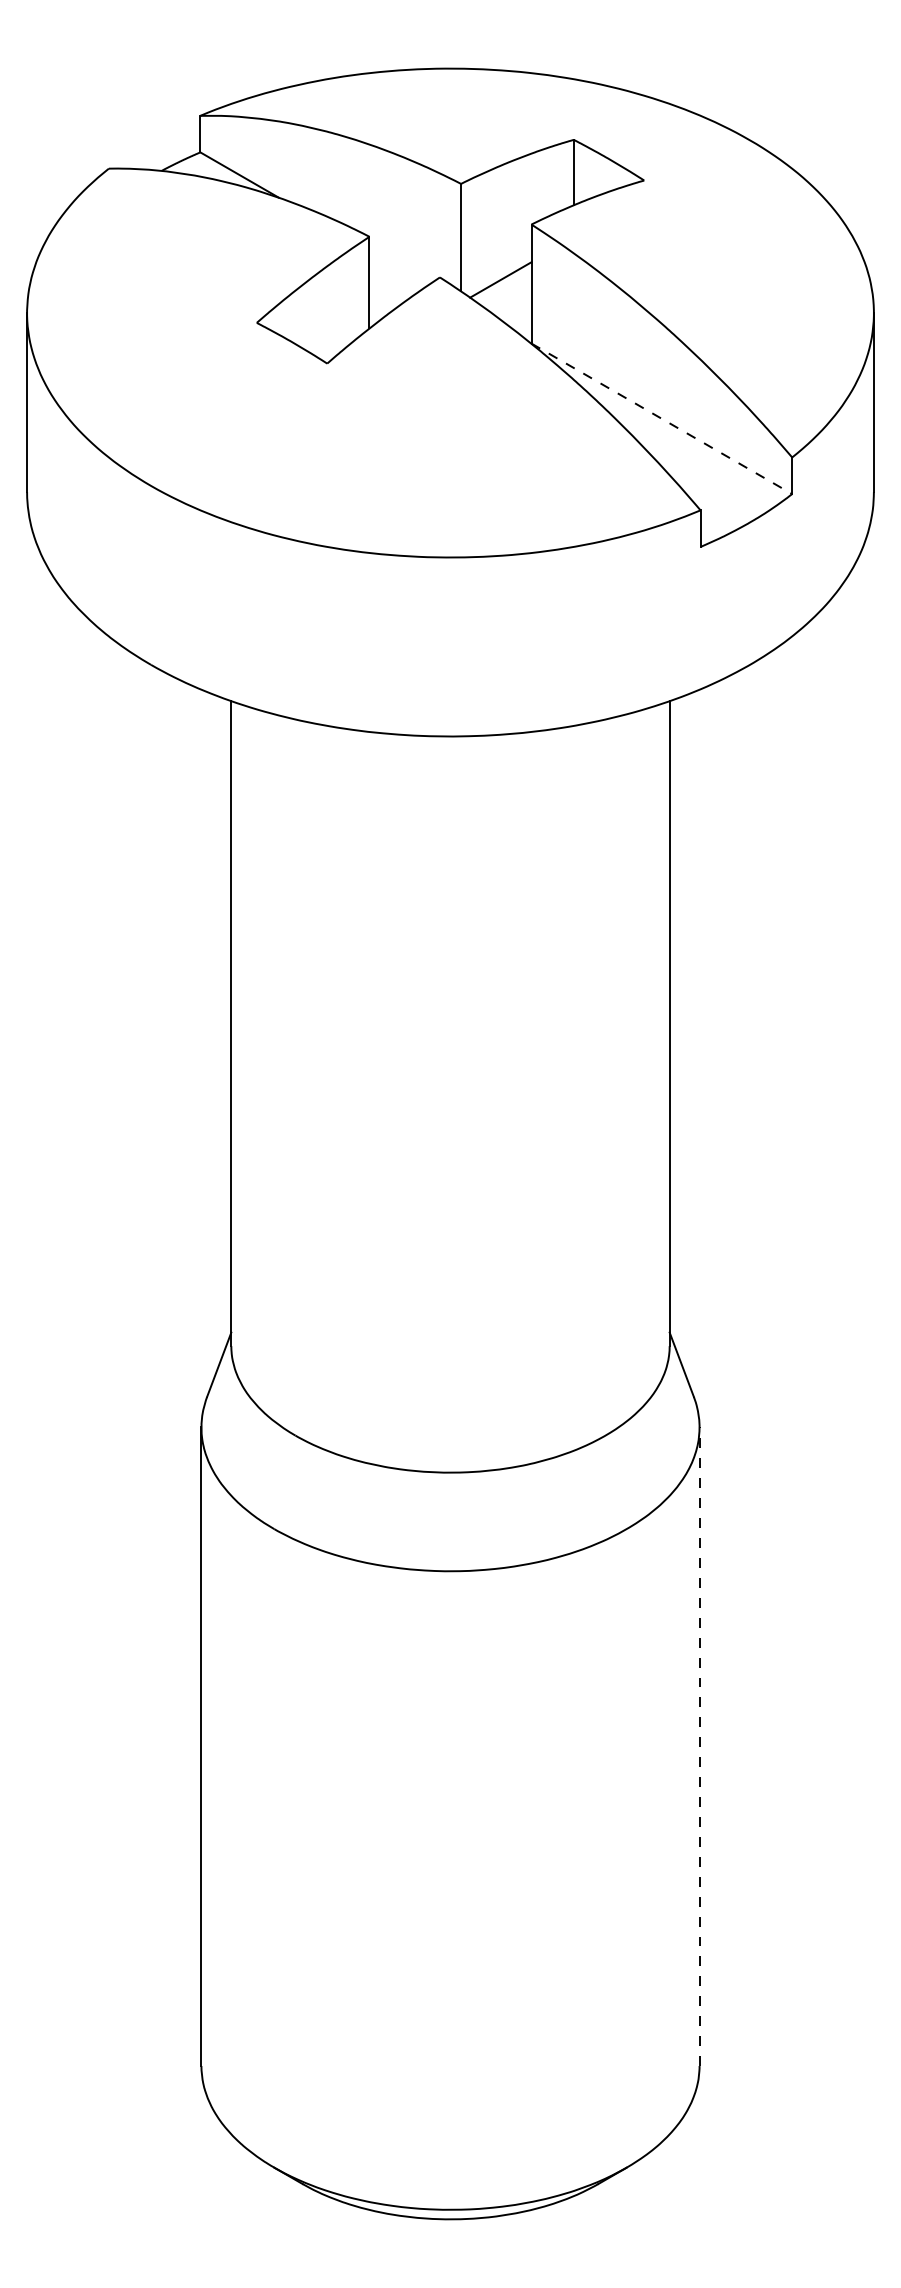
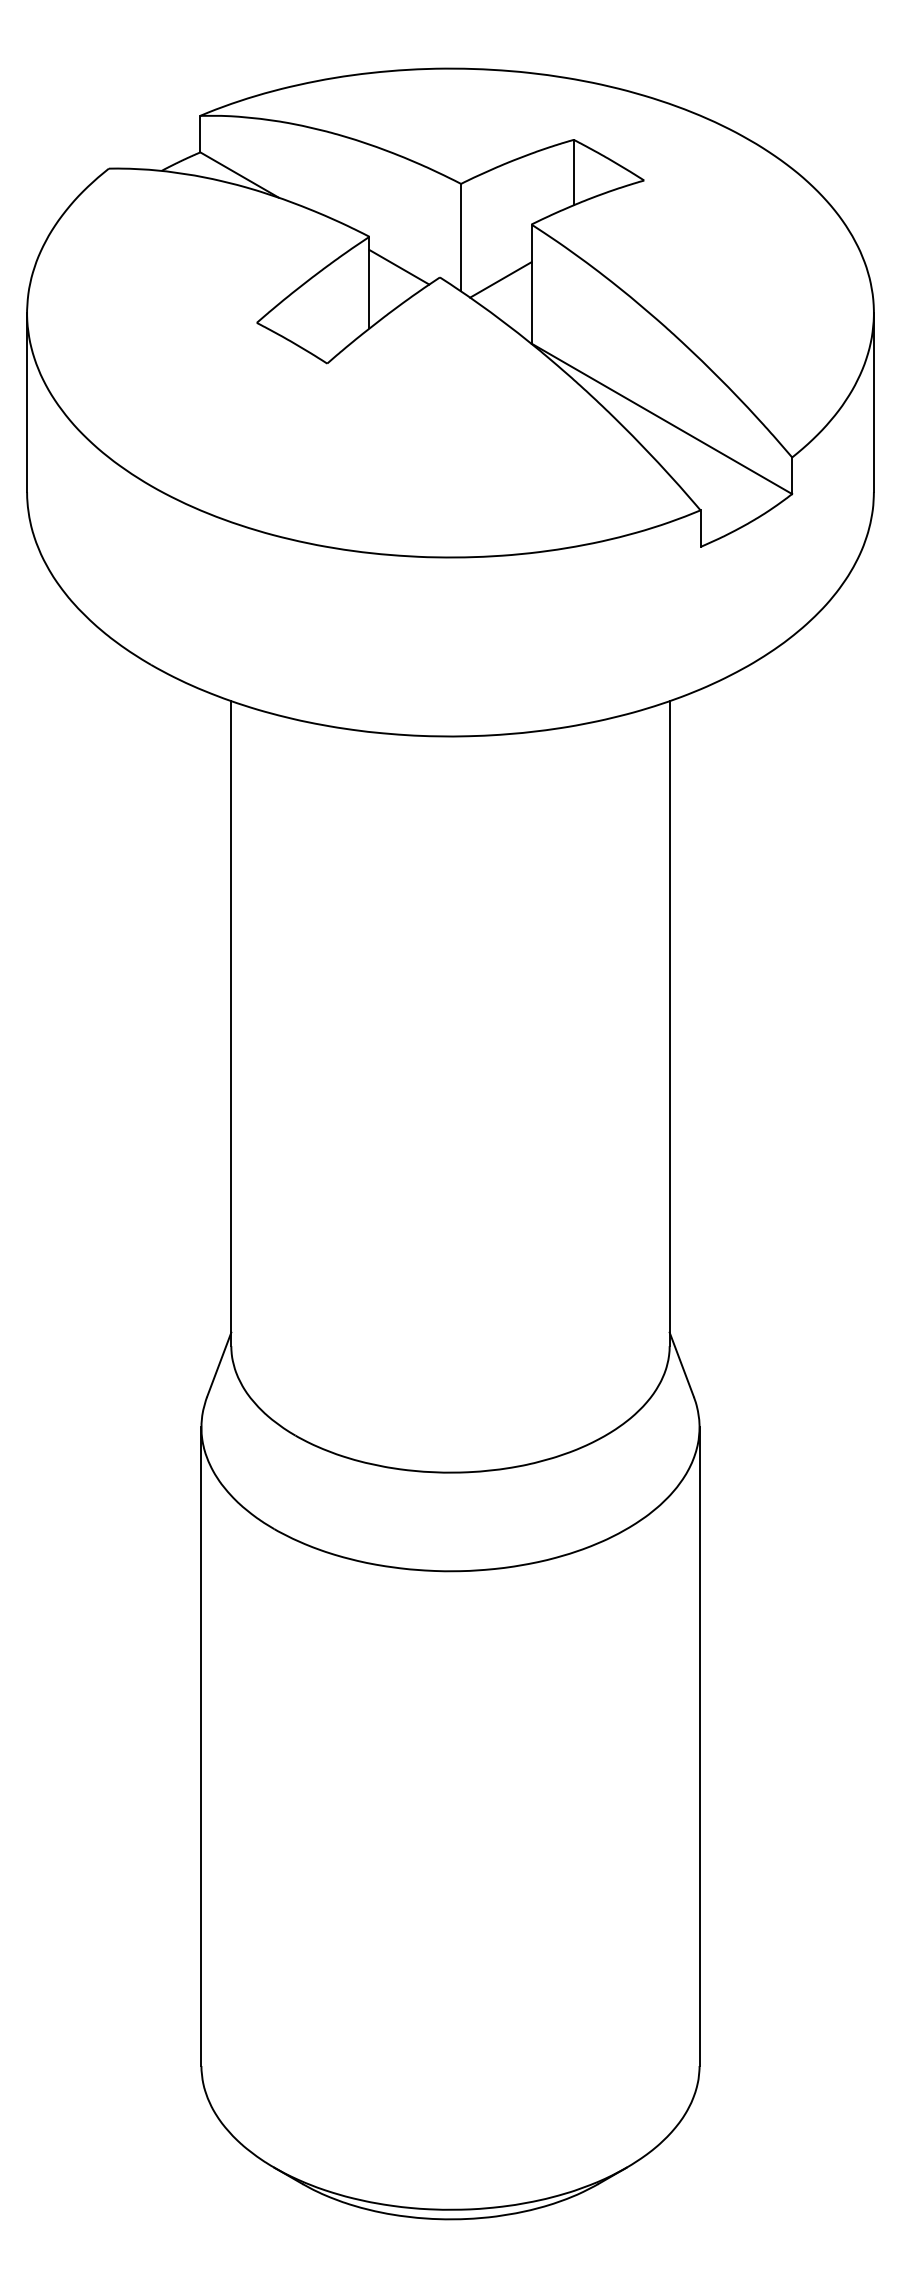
line at (399, 267): none -> present
line at (662, 419): dashed -> solid
line at (699, 1746): dashed -> solid
